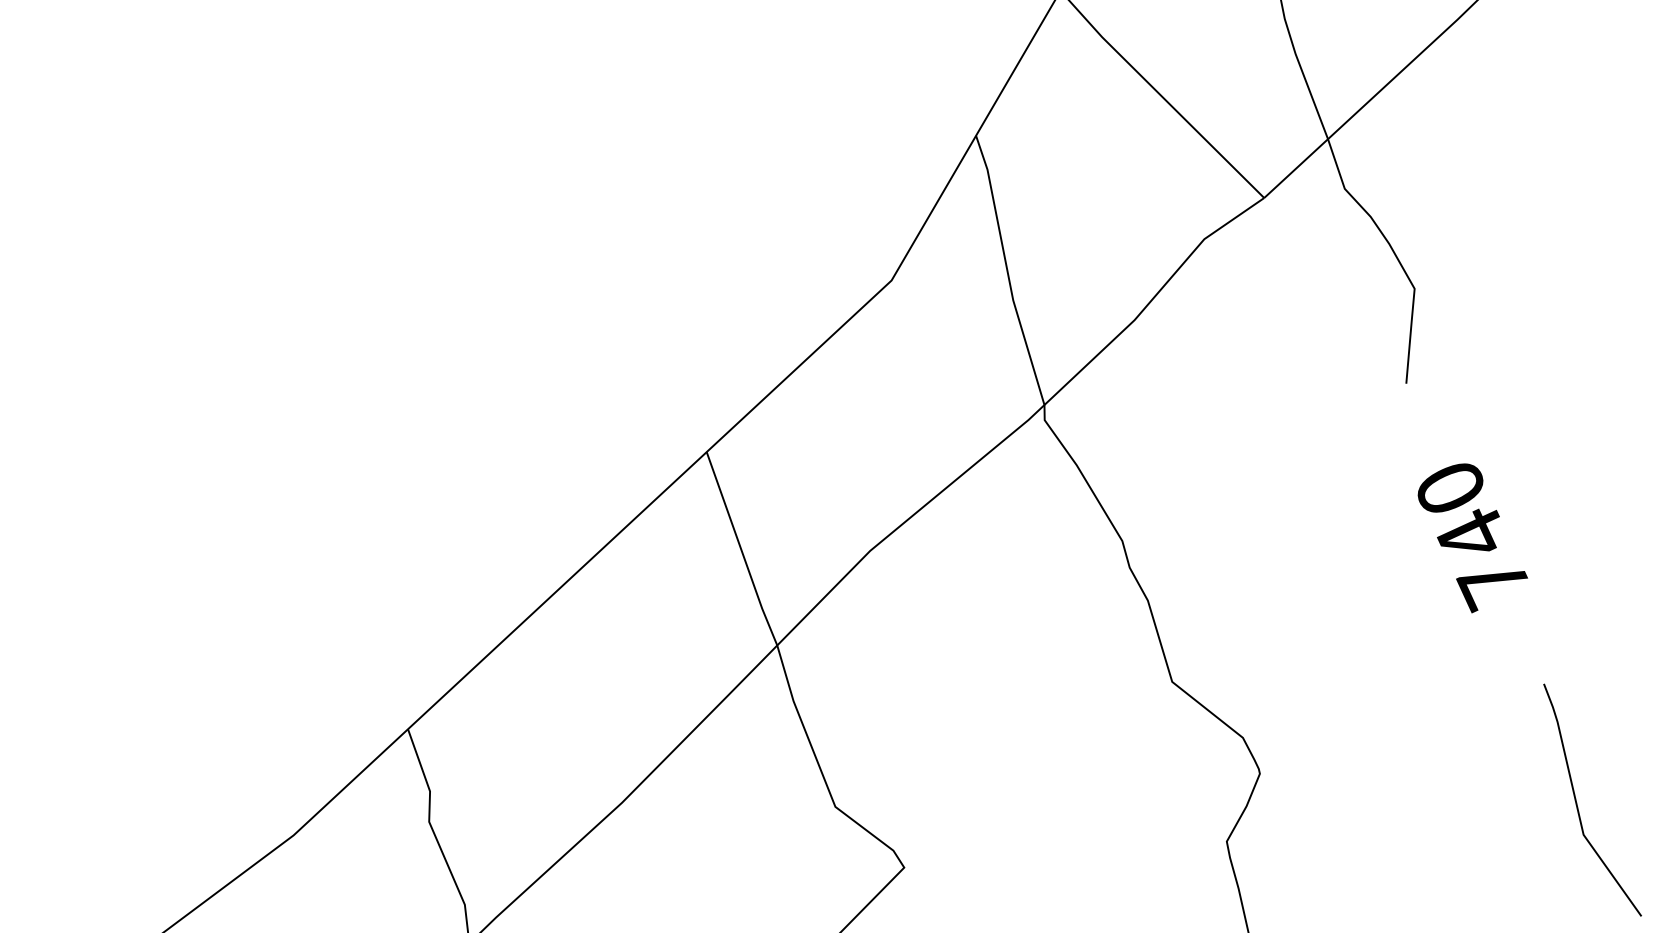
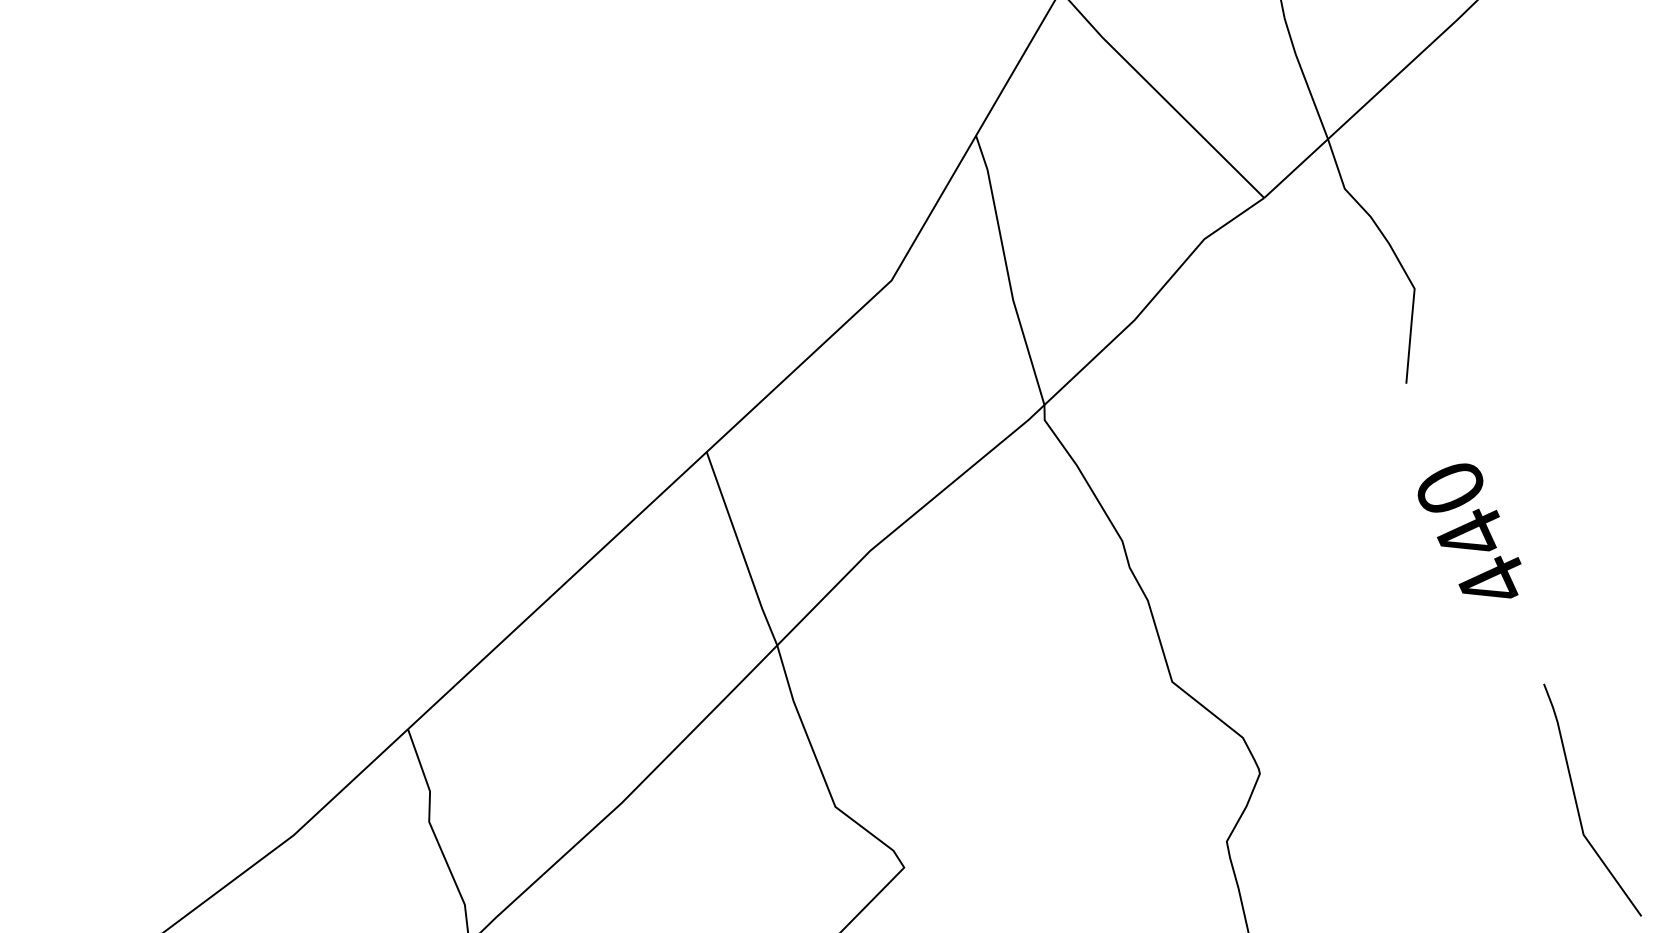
text at (1492, 584): 740 -> 440
